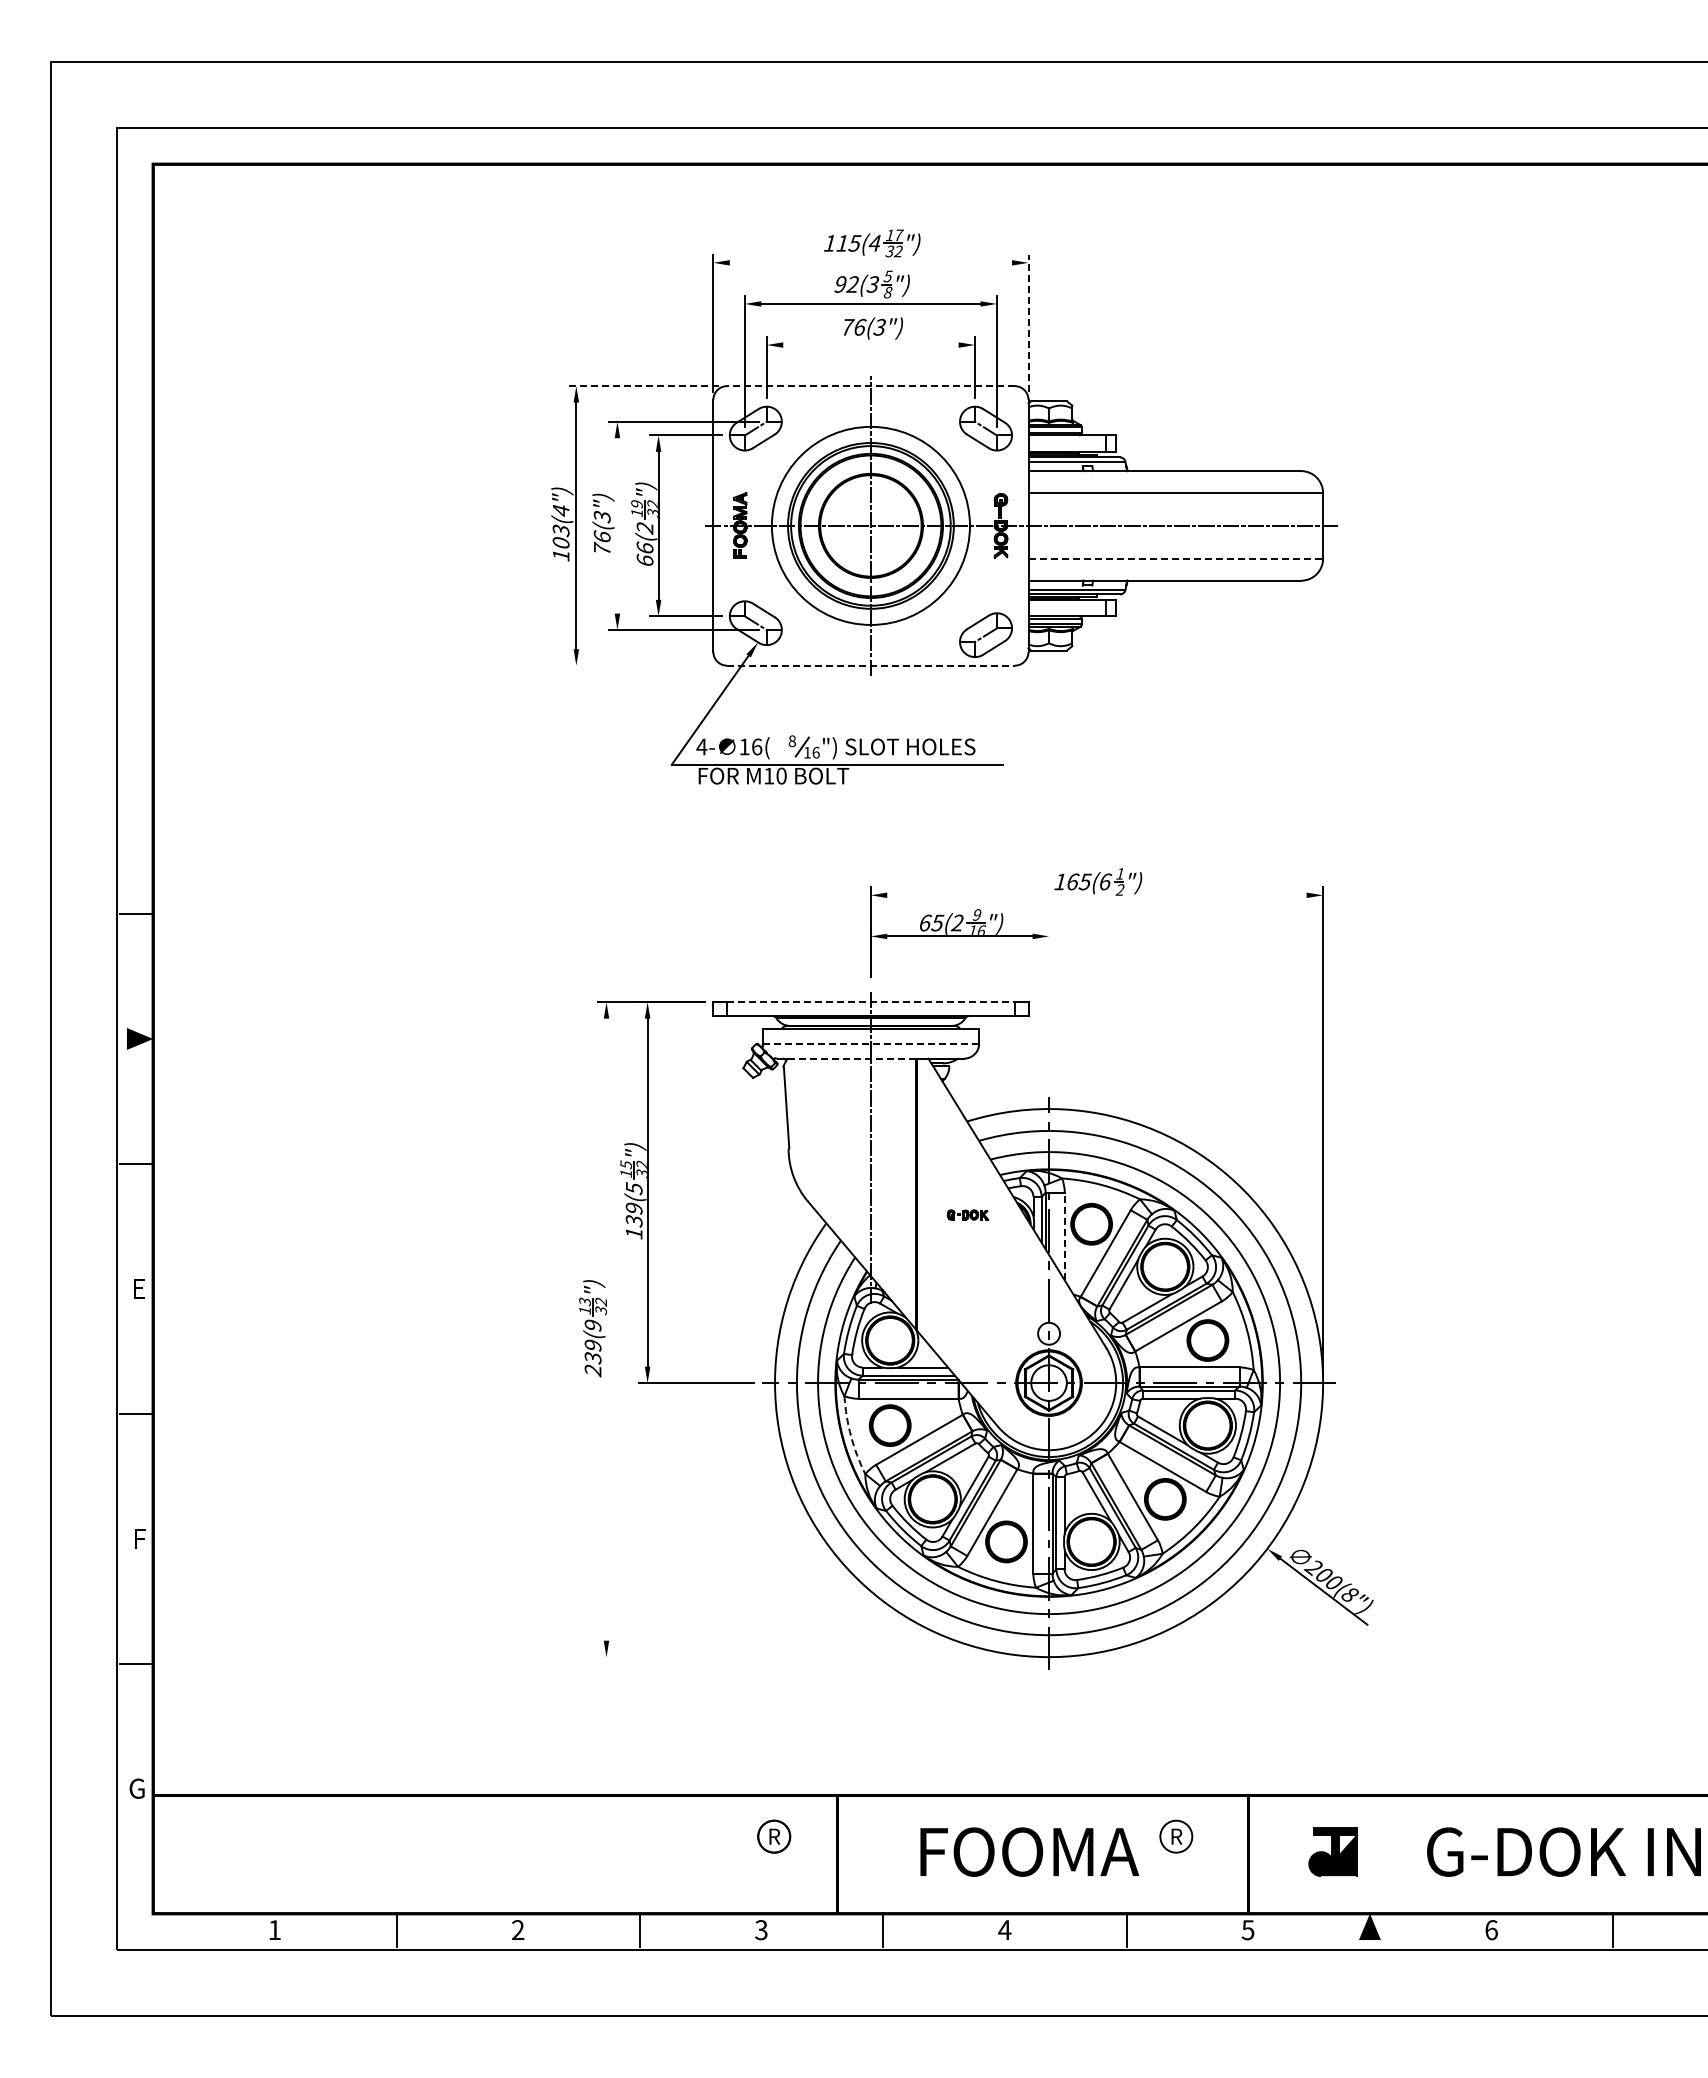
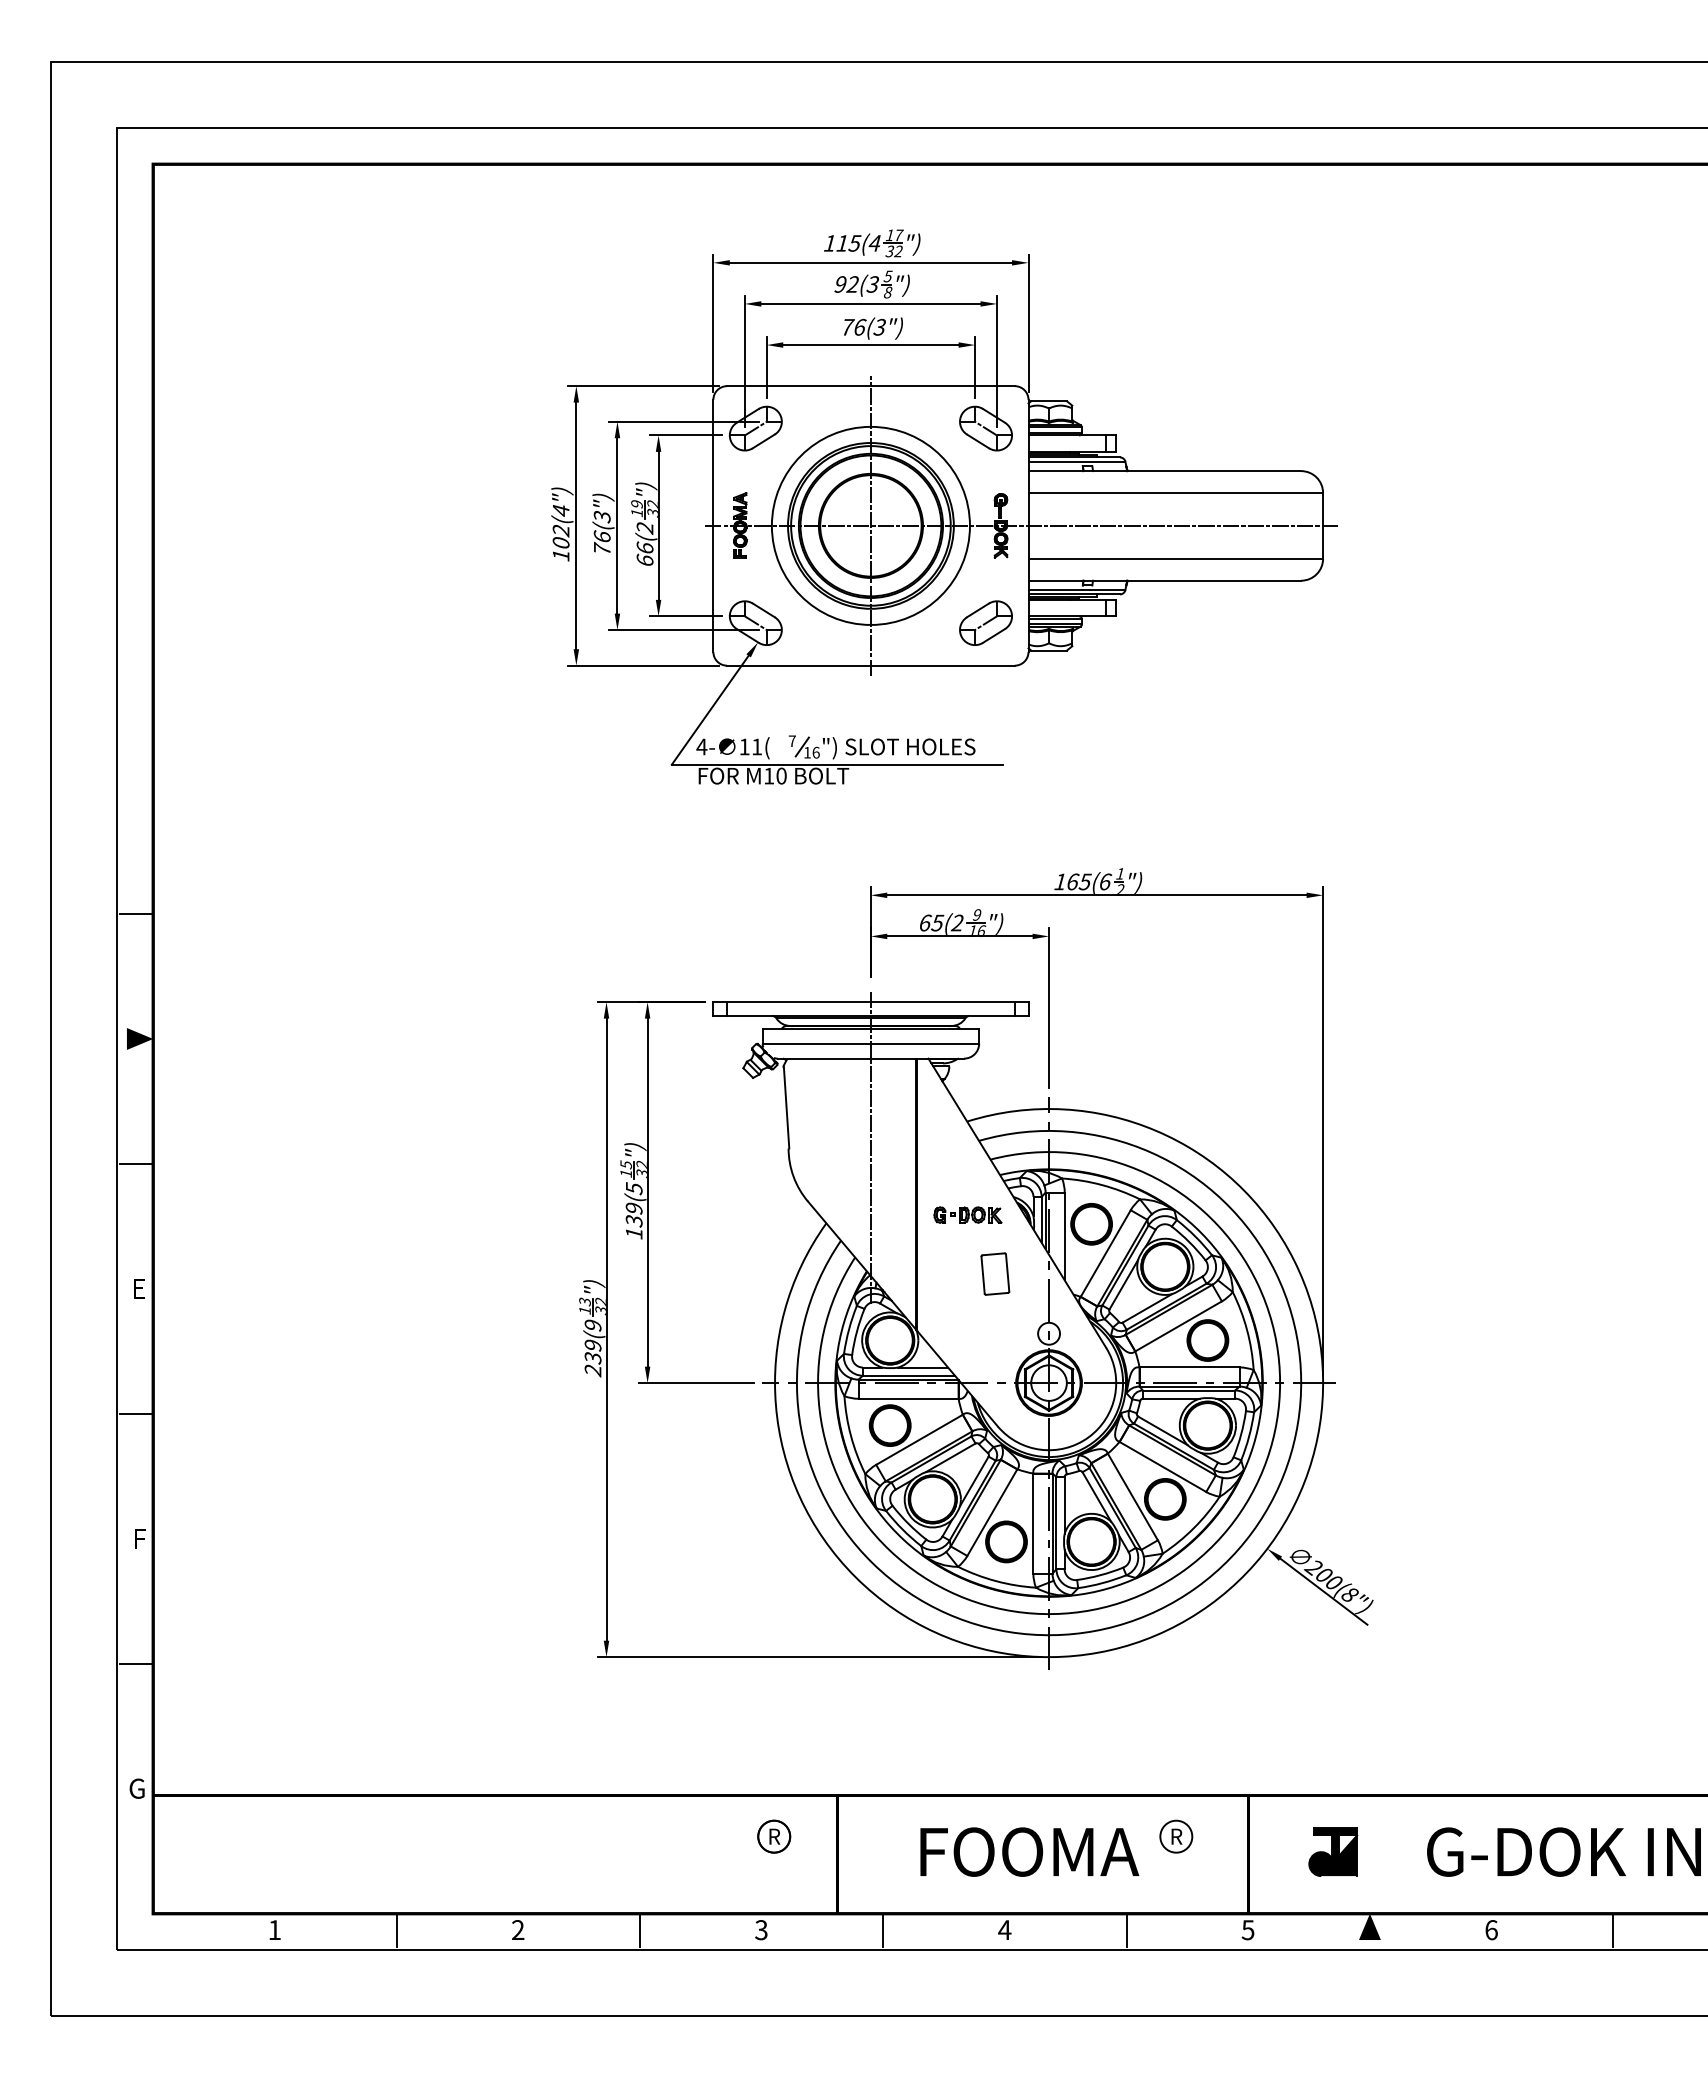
line at (870, 262): none -> present
line at (1028, 323): dashed -> solid
line at (870, 345): none -> present
line at (642, 386): dashed -> solid
line at (870, 386): dashed -> solid
line at (617, 525): none -> present
text at (561, 530): 103(4") -> 102(4")
line at (1176, 558): dashed -> solid
part at (985, 634) position: (985, 634) -> (985, 622)
line at (643, 665): none -> present
line at (870, 665): dashed -> solid
text at (791, 741): 8 -> 7
text at (757, 746): 16( -> 11(
line at (1096, 895): none -> present
line at (870, 1002): dashed -> solid
line at (1049, 1007): none -> present
line at (870, 1043): dashed -> solid
line at (852, 1058): dashed -> solid
part at (967, 1214) size: 44x12 px -> 70x18 px
line at (1064, 1236): dashed -> solid
part at (995, 1273): none -> present
line at (606, 1329): none -> present
arc at (851, 1436): dashed -> solid
line at (819, 1657): none -> present
